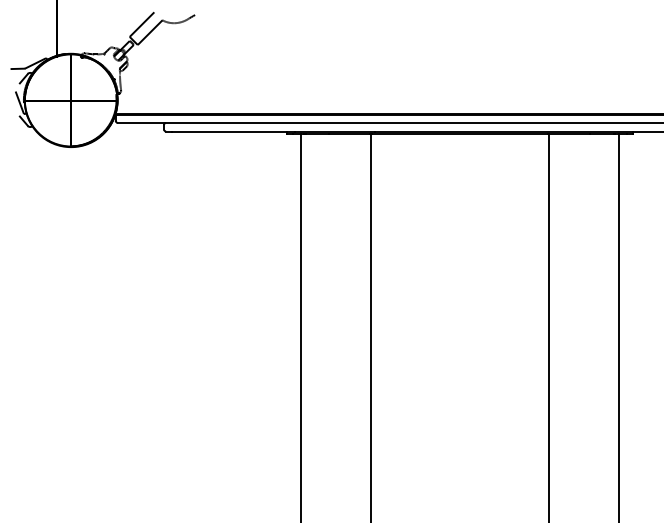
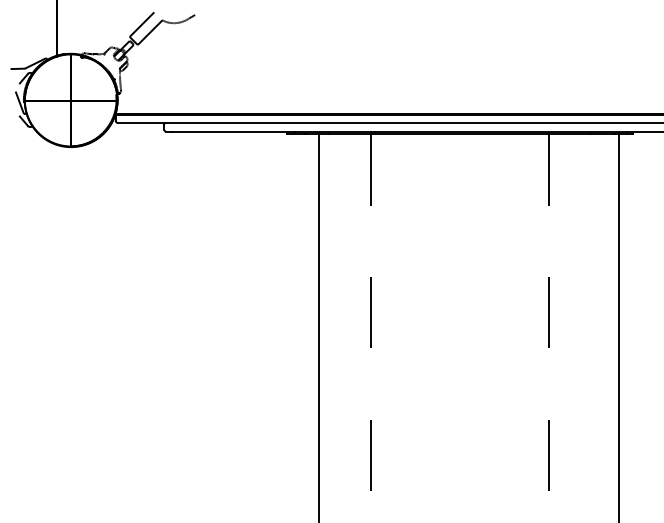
line at (300, 326) position: (300, 326) -> (318, 326)
line at (370, 328): solid -> dashed
line at (548, 328): solid -> dashed
